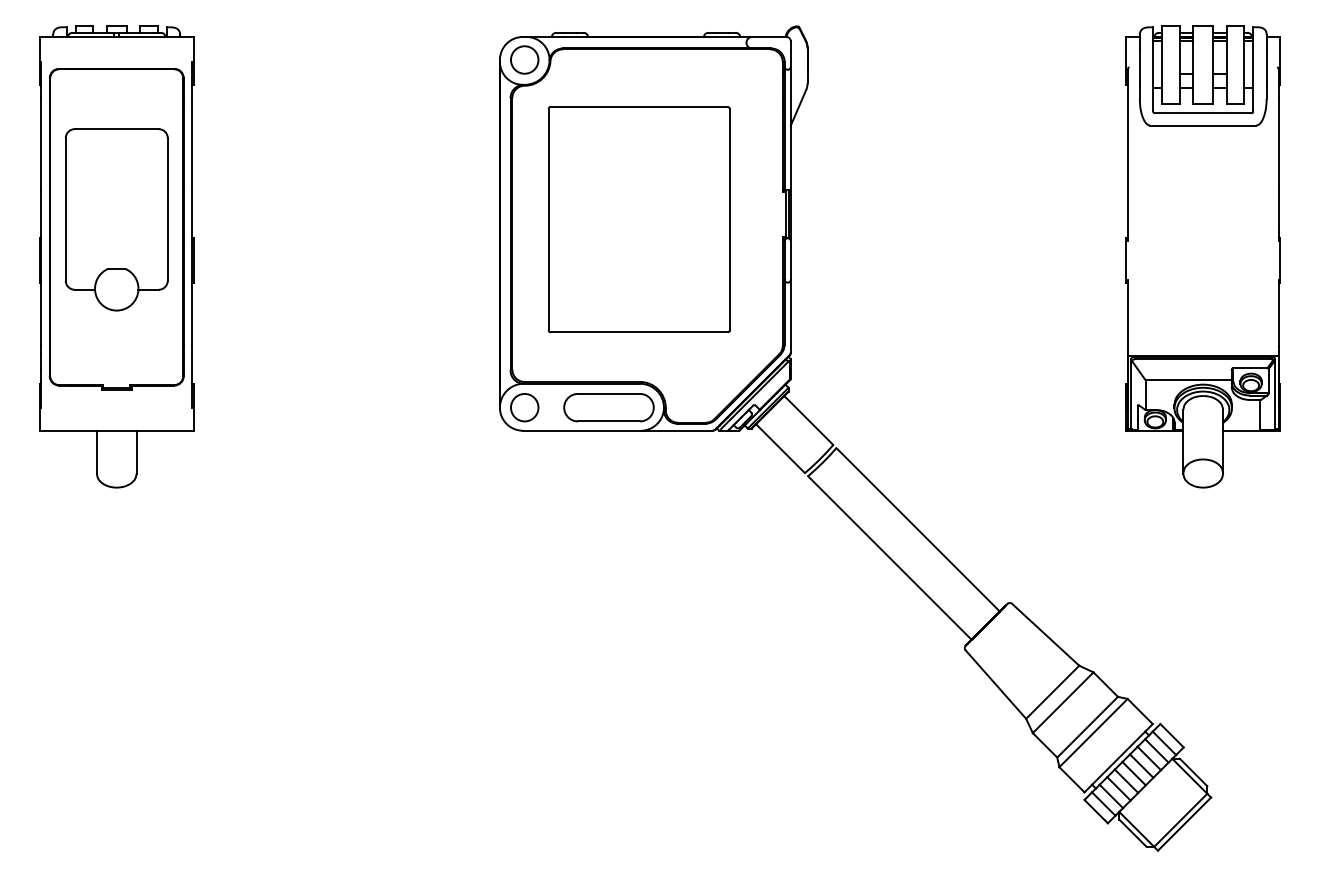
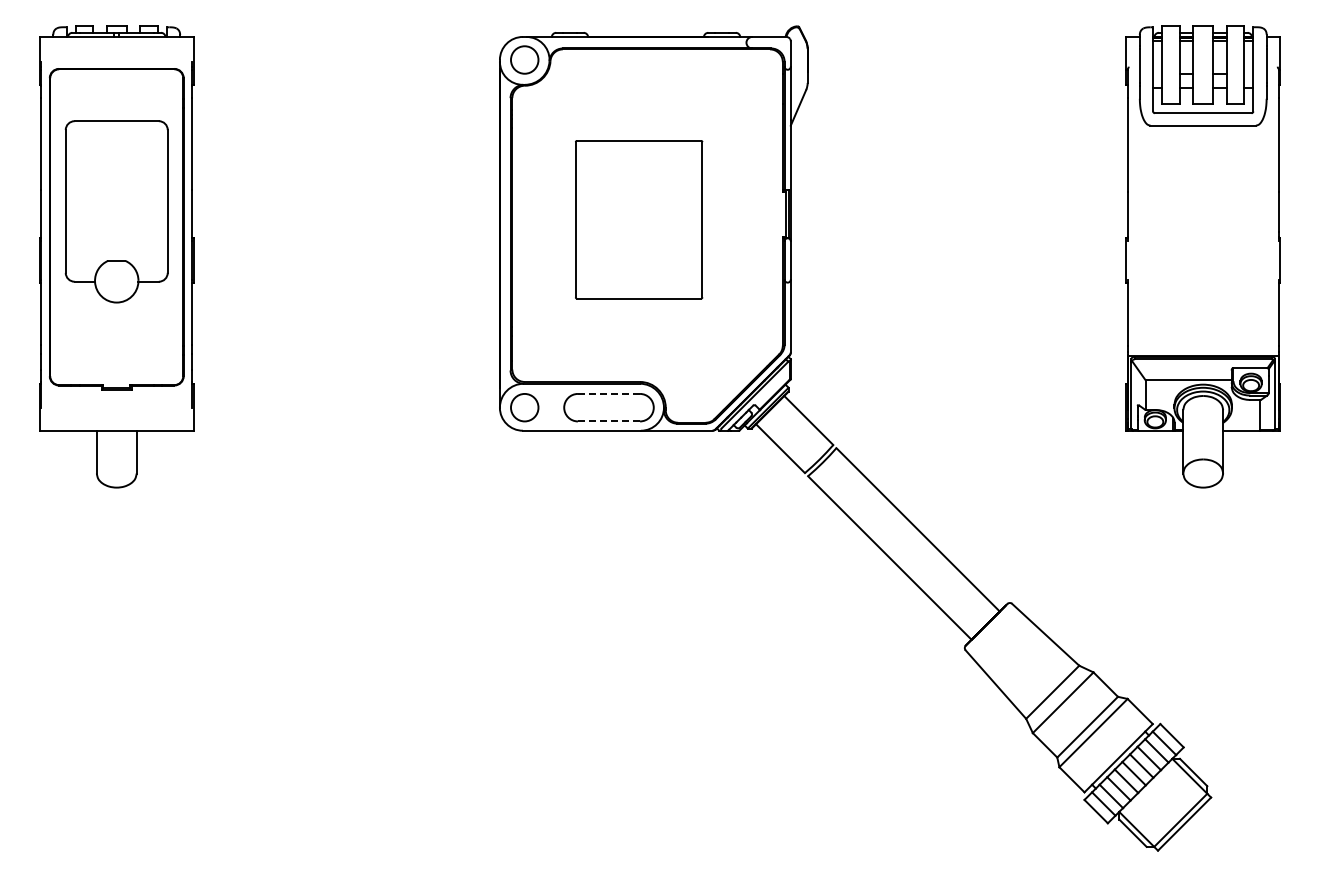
part at (116, 219) position: (116, 219) -> (116, 211)
part at (638, 219) size: 184x228 px -> 129x160 px
line at (608, 393): solid -> dashed
line at (609, 421): solid -> dashed
